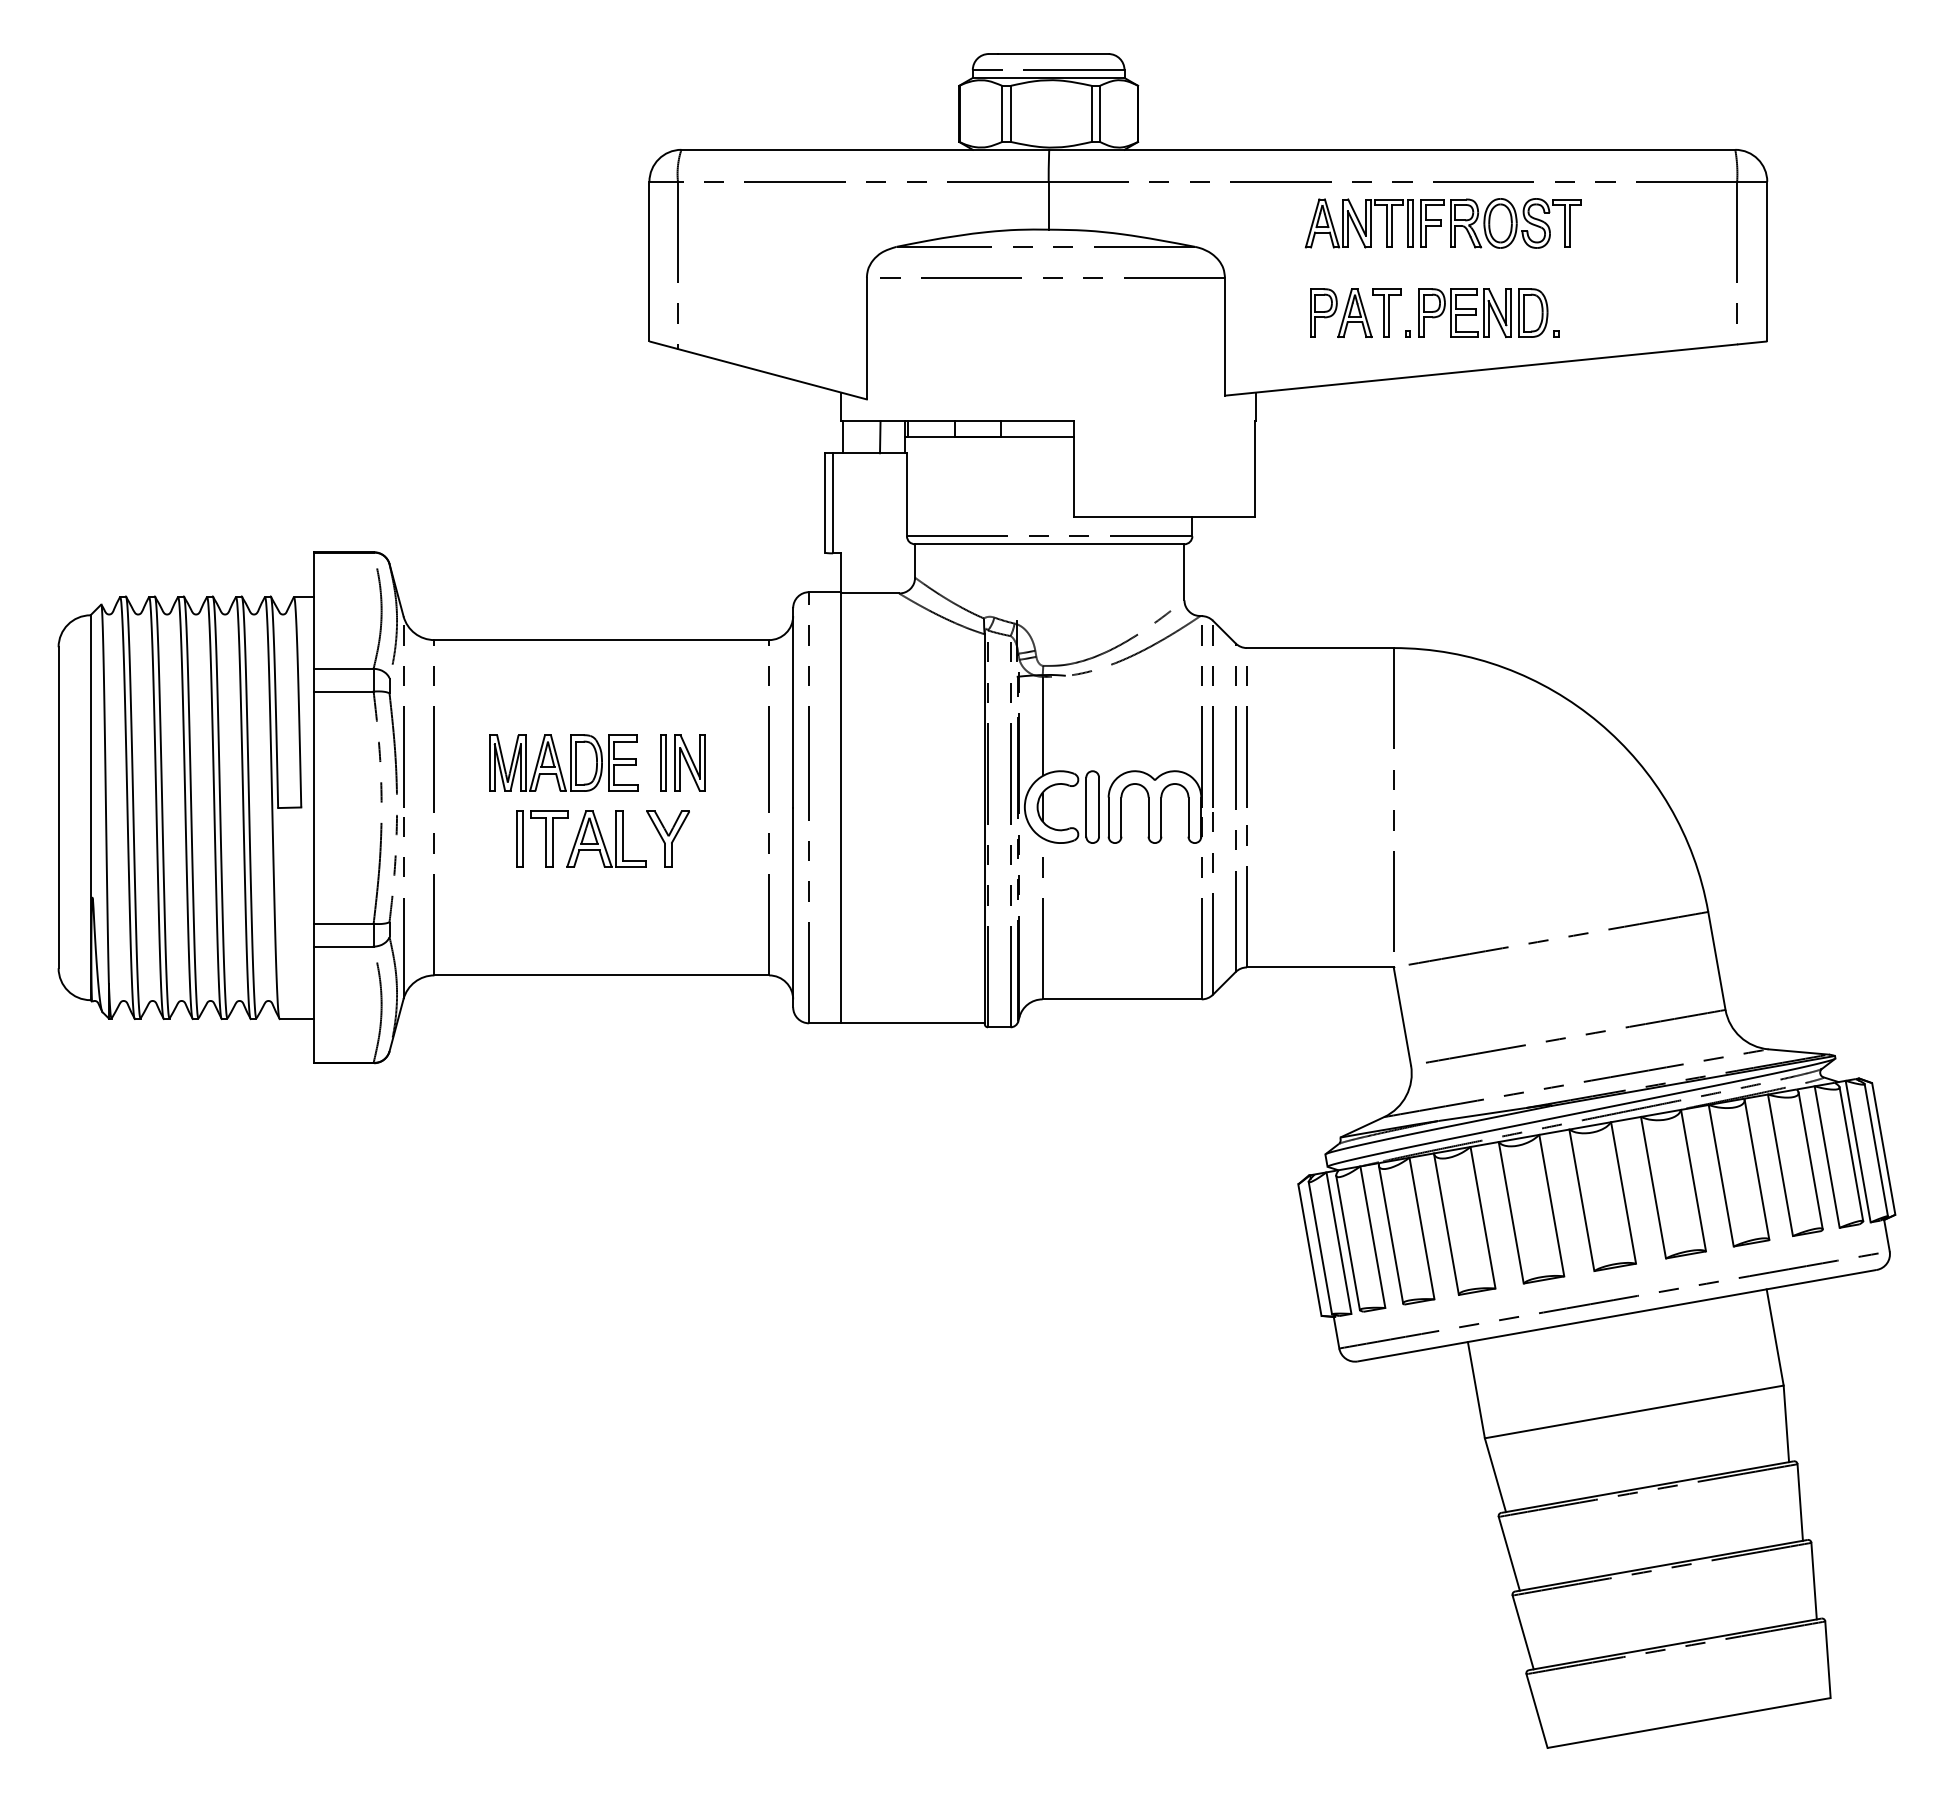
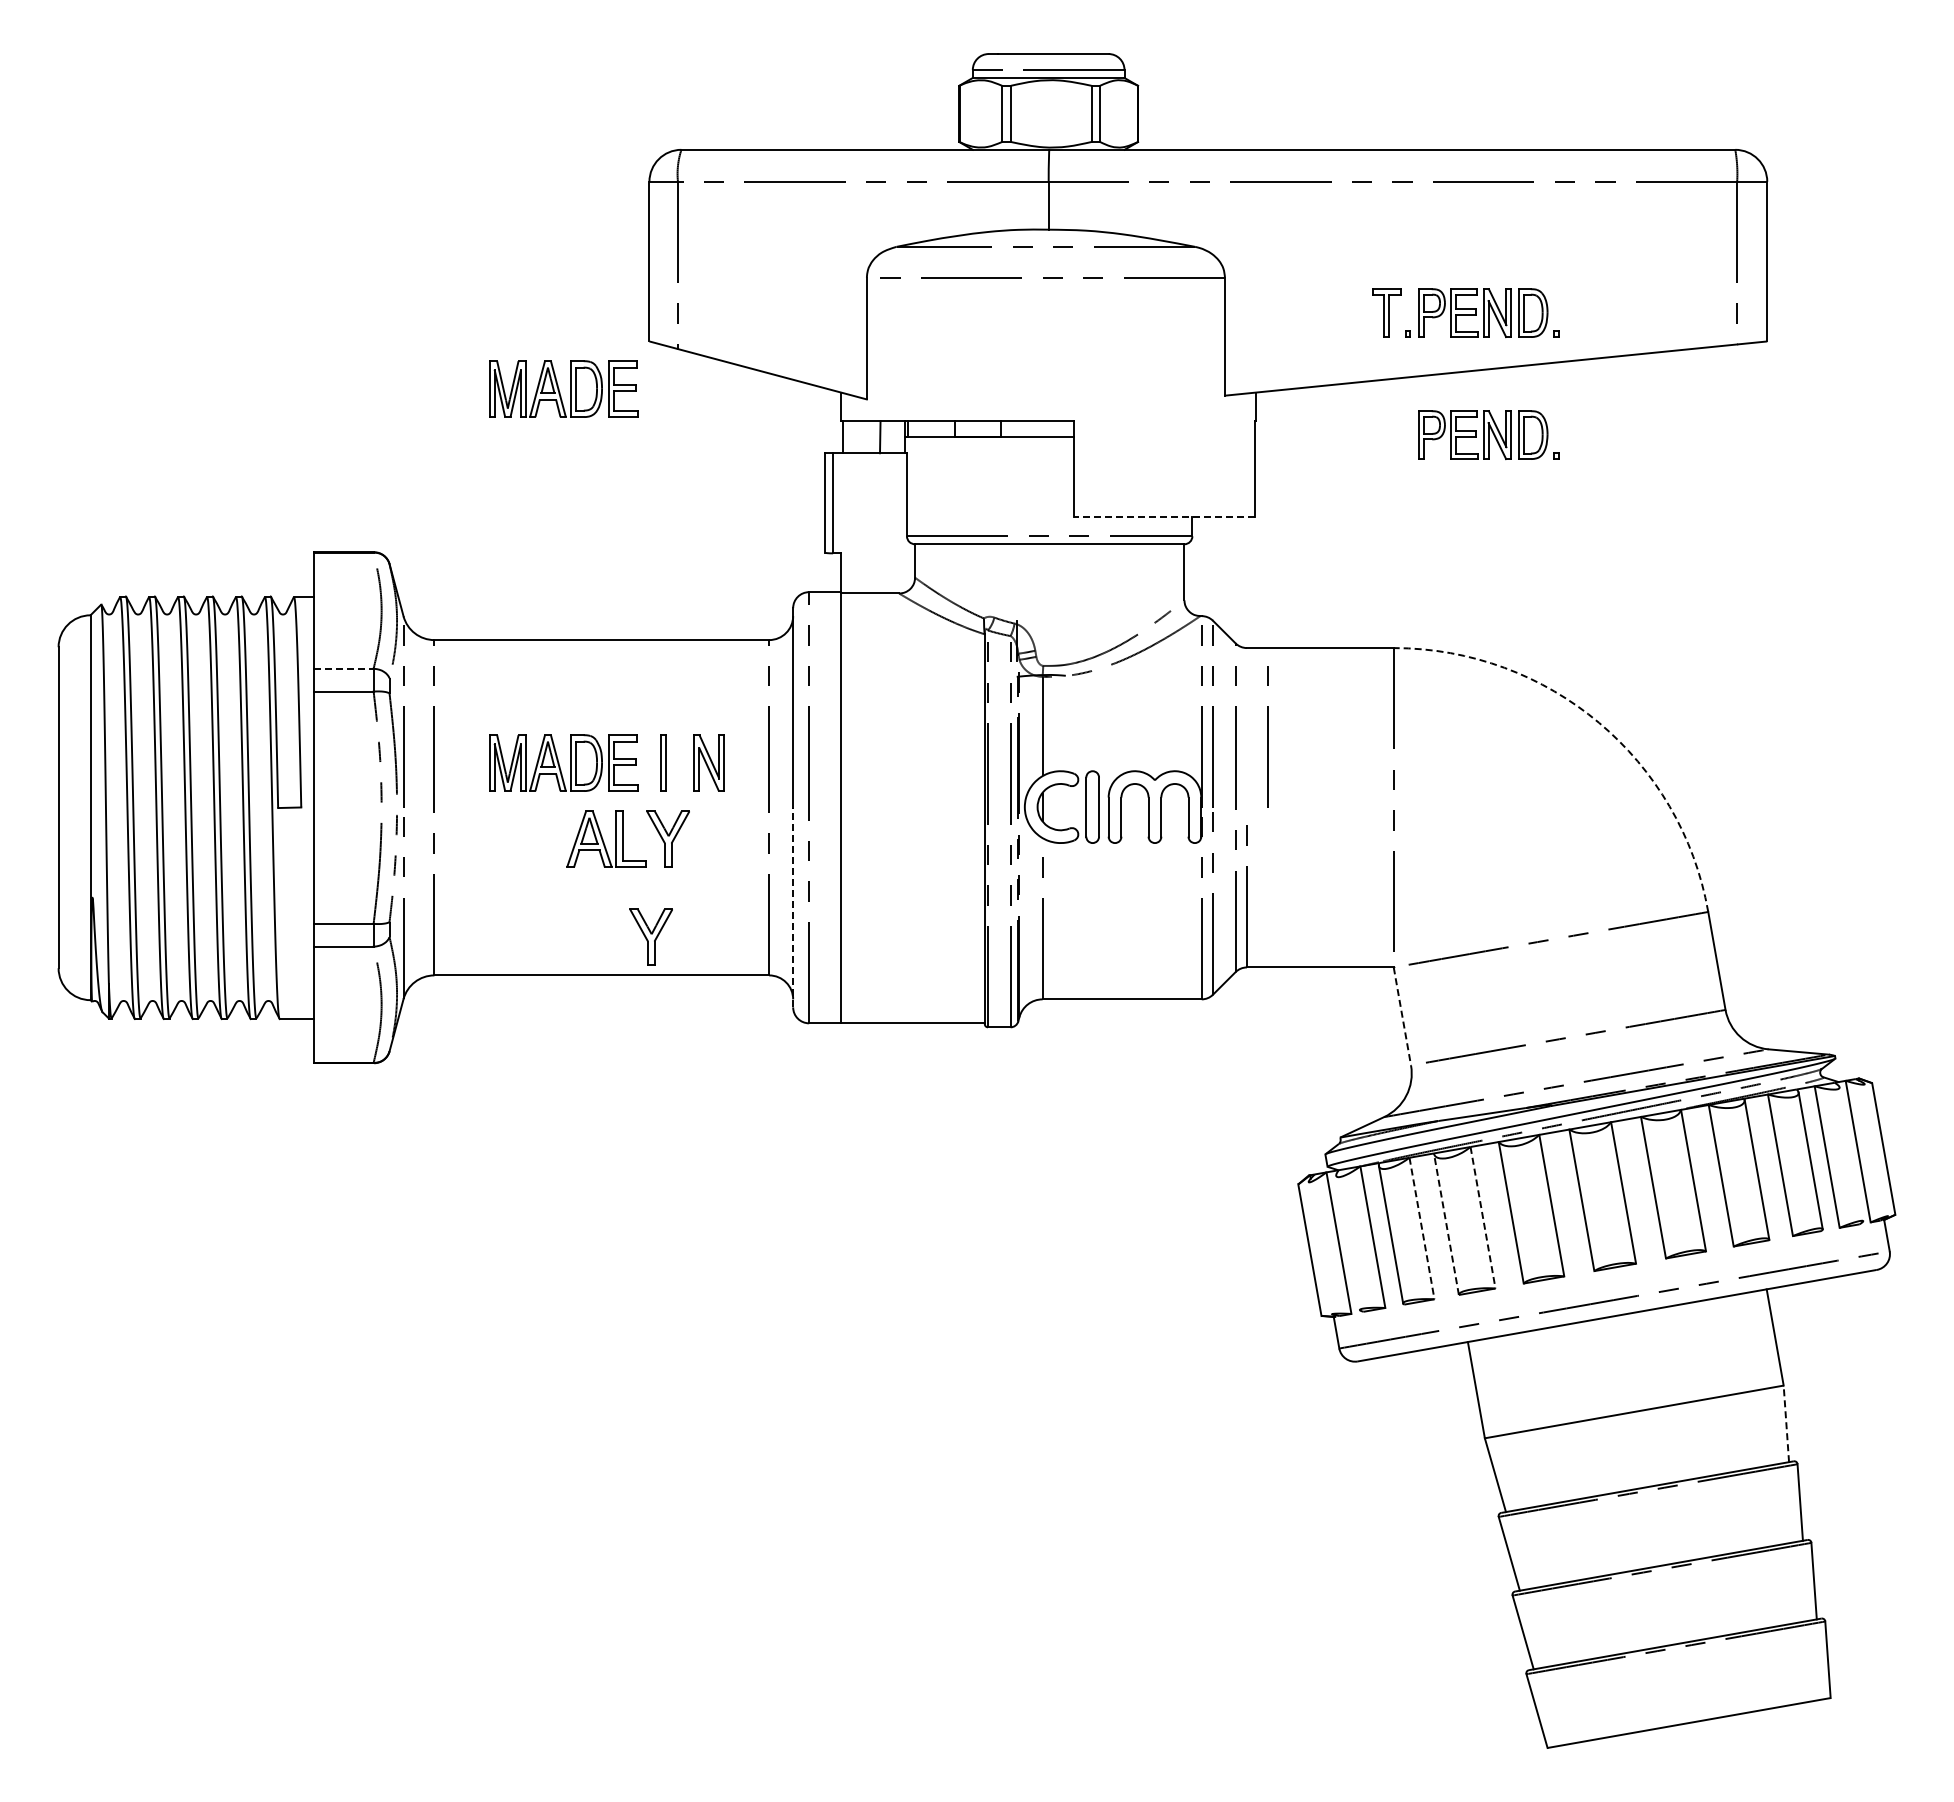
part at (1442, 223): present -> none
part at (1341, 313): present -> none
part at (563, 388): none -> present
part at (1488, 435): none -> present
line at (1163, 517): solid -> dashed
line at (343, 668): solid -> dashed
arc at (1599, 722): solid -> dashed
line at (1246, 736) position: (1246, 736) -> (1267, 736)
part at (689, 762) position: (689, 762) -> (708, 762)
part at (542, 838): present -> none
line at (793, 907): solid -> dashed
part at (650, 936): none -> present
line at (1402, 1016): solid -> dashed
line at (1875, 1150): present -> none
line at (1851, 1154): present -> none
line at (1483, 1217): solid -> dashed
line at (1446, 1224): solid -> dashed
line at (1422, 1228): solid -> dashed
line at (1347, 1242): present -> none
line at (1320, 1247): present -> none
line at (1786, 1423): solid -> dashed
